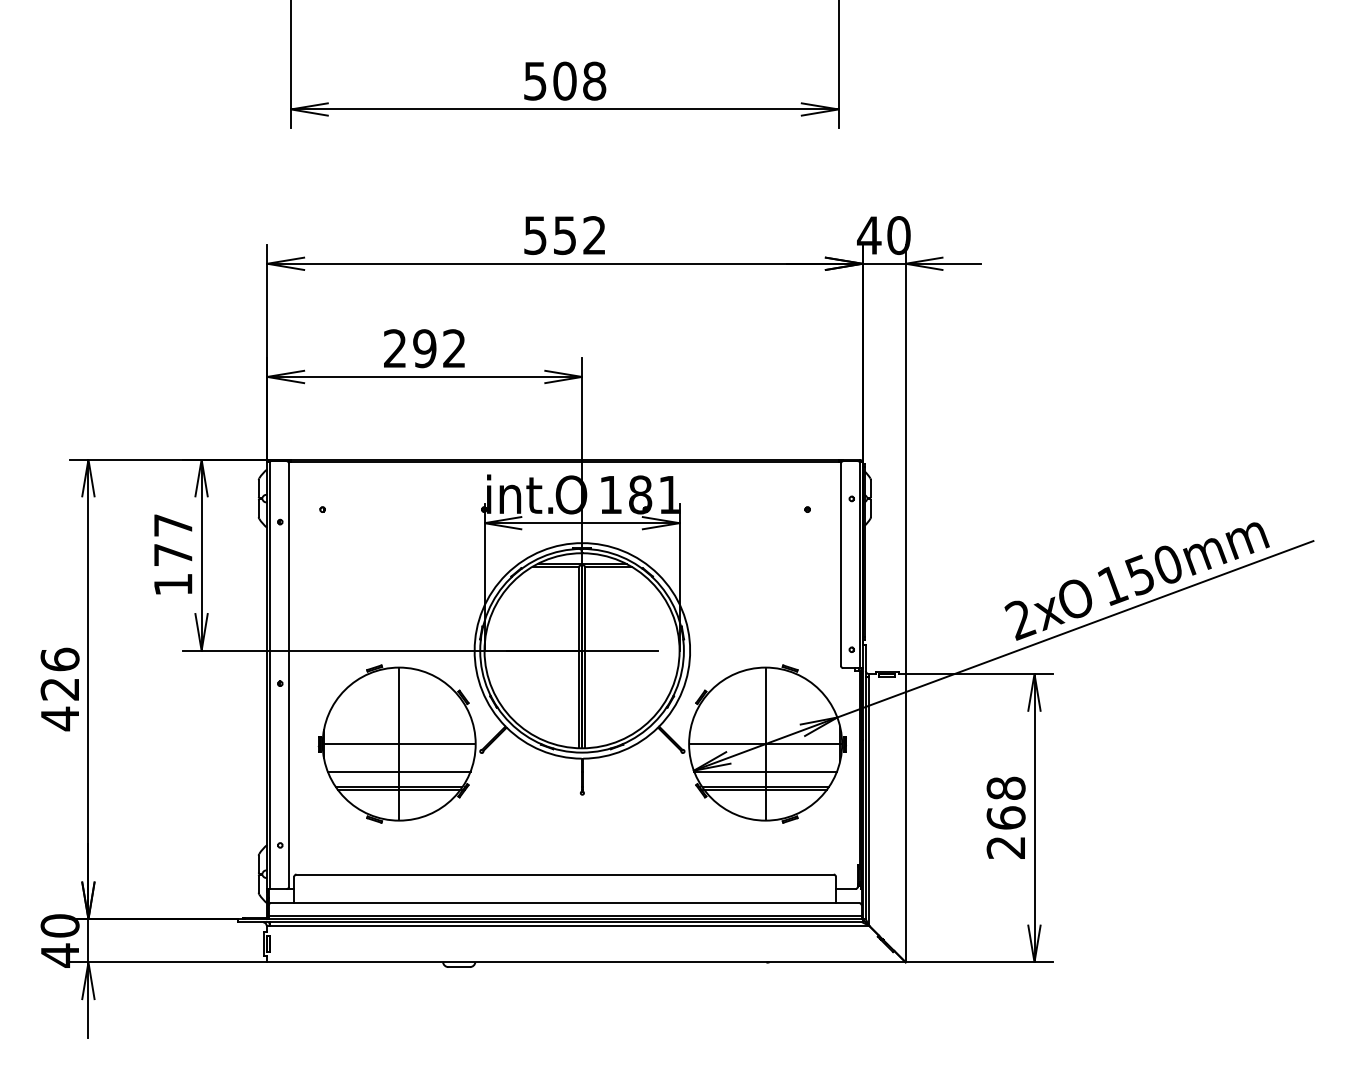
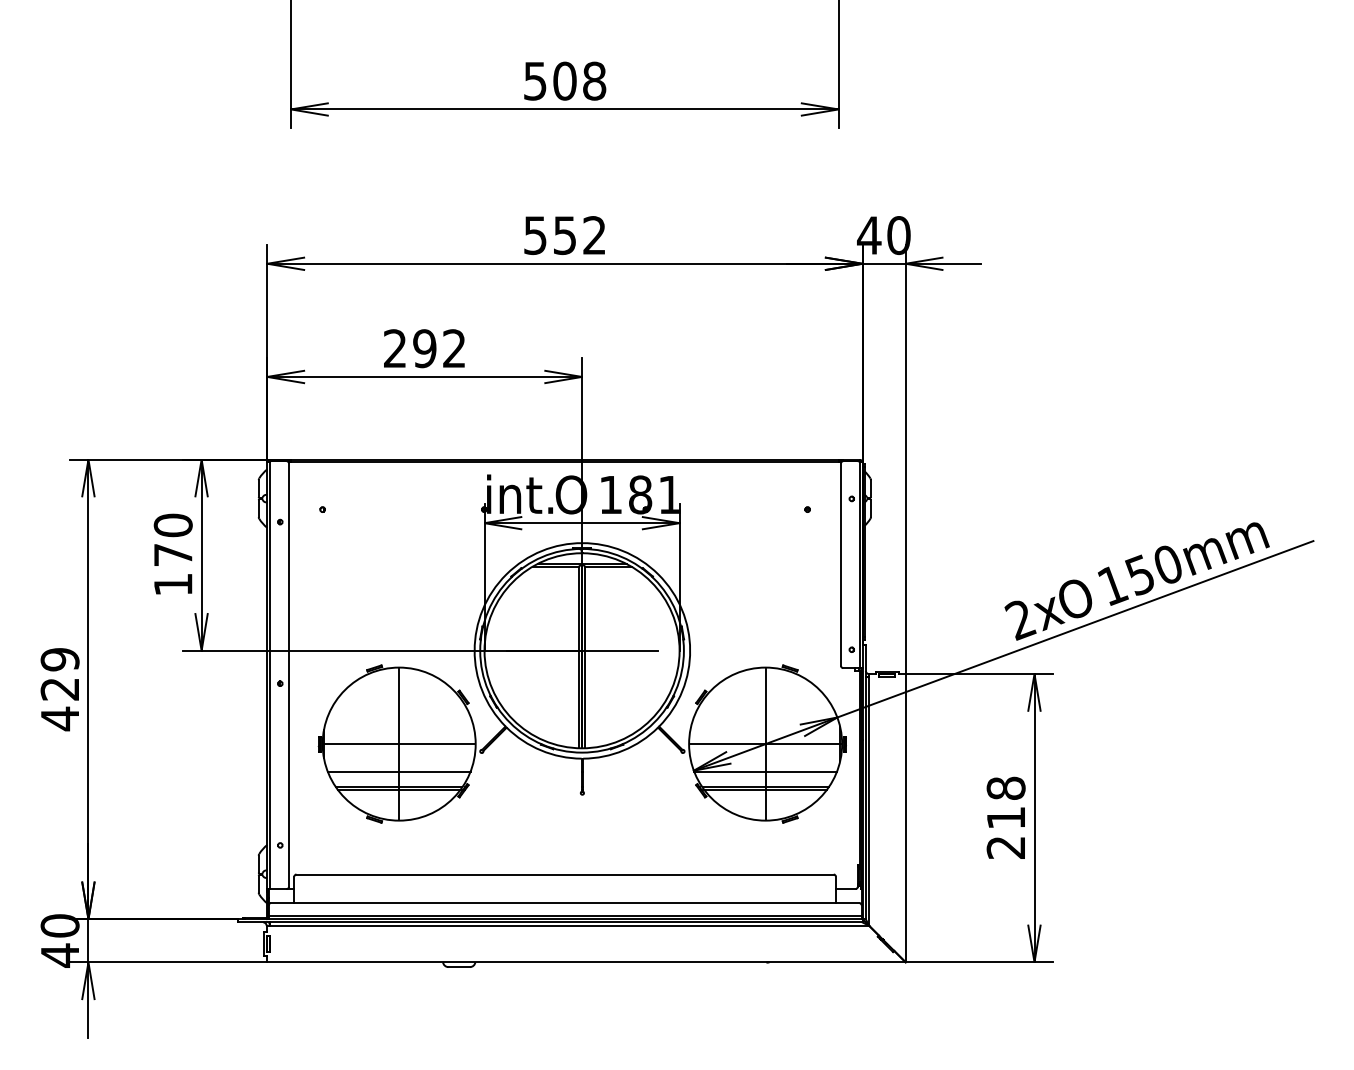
text at (172, 525): 177 -> 170
text at (59, 659): 426 -> 429
text at (1005, 817): 268 -> 218
